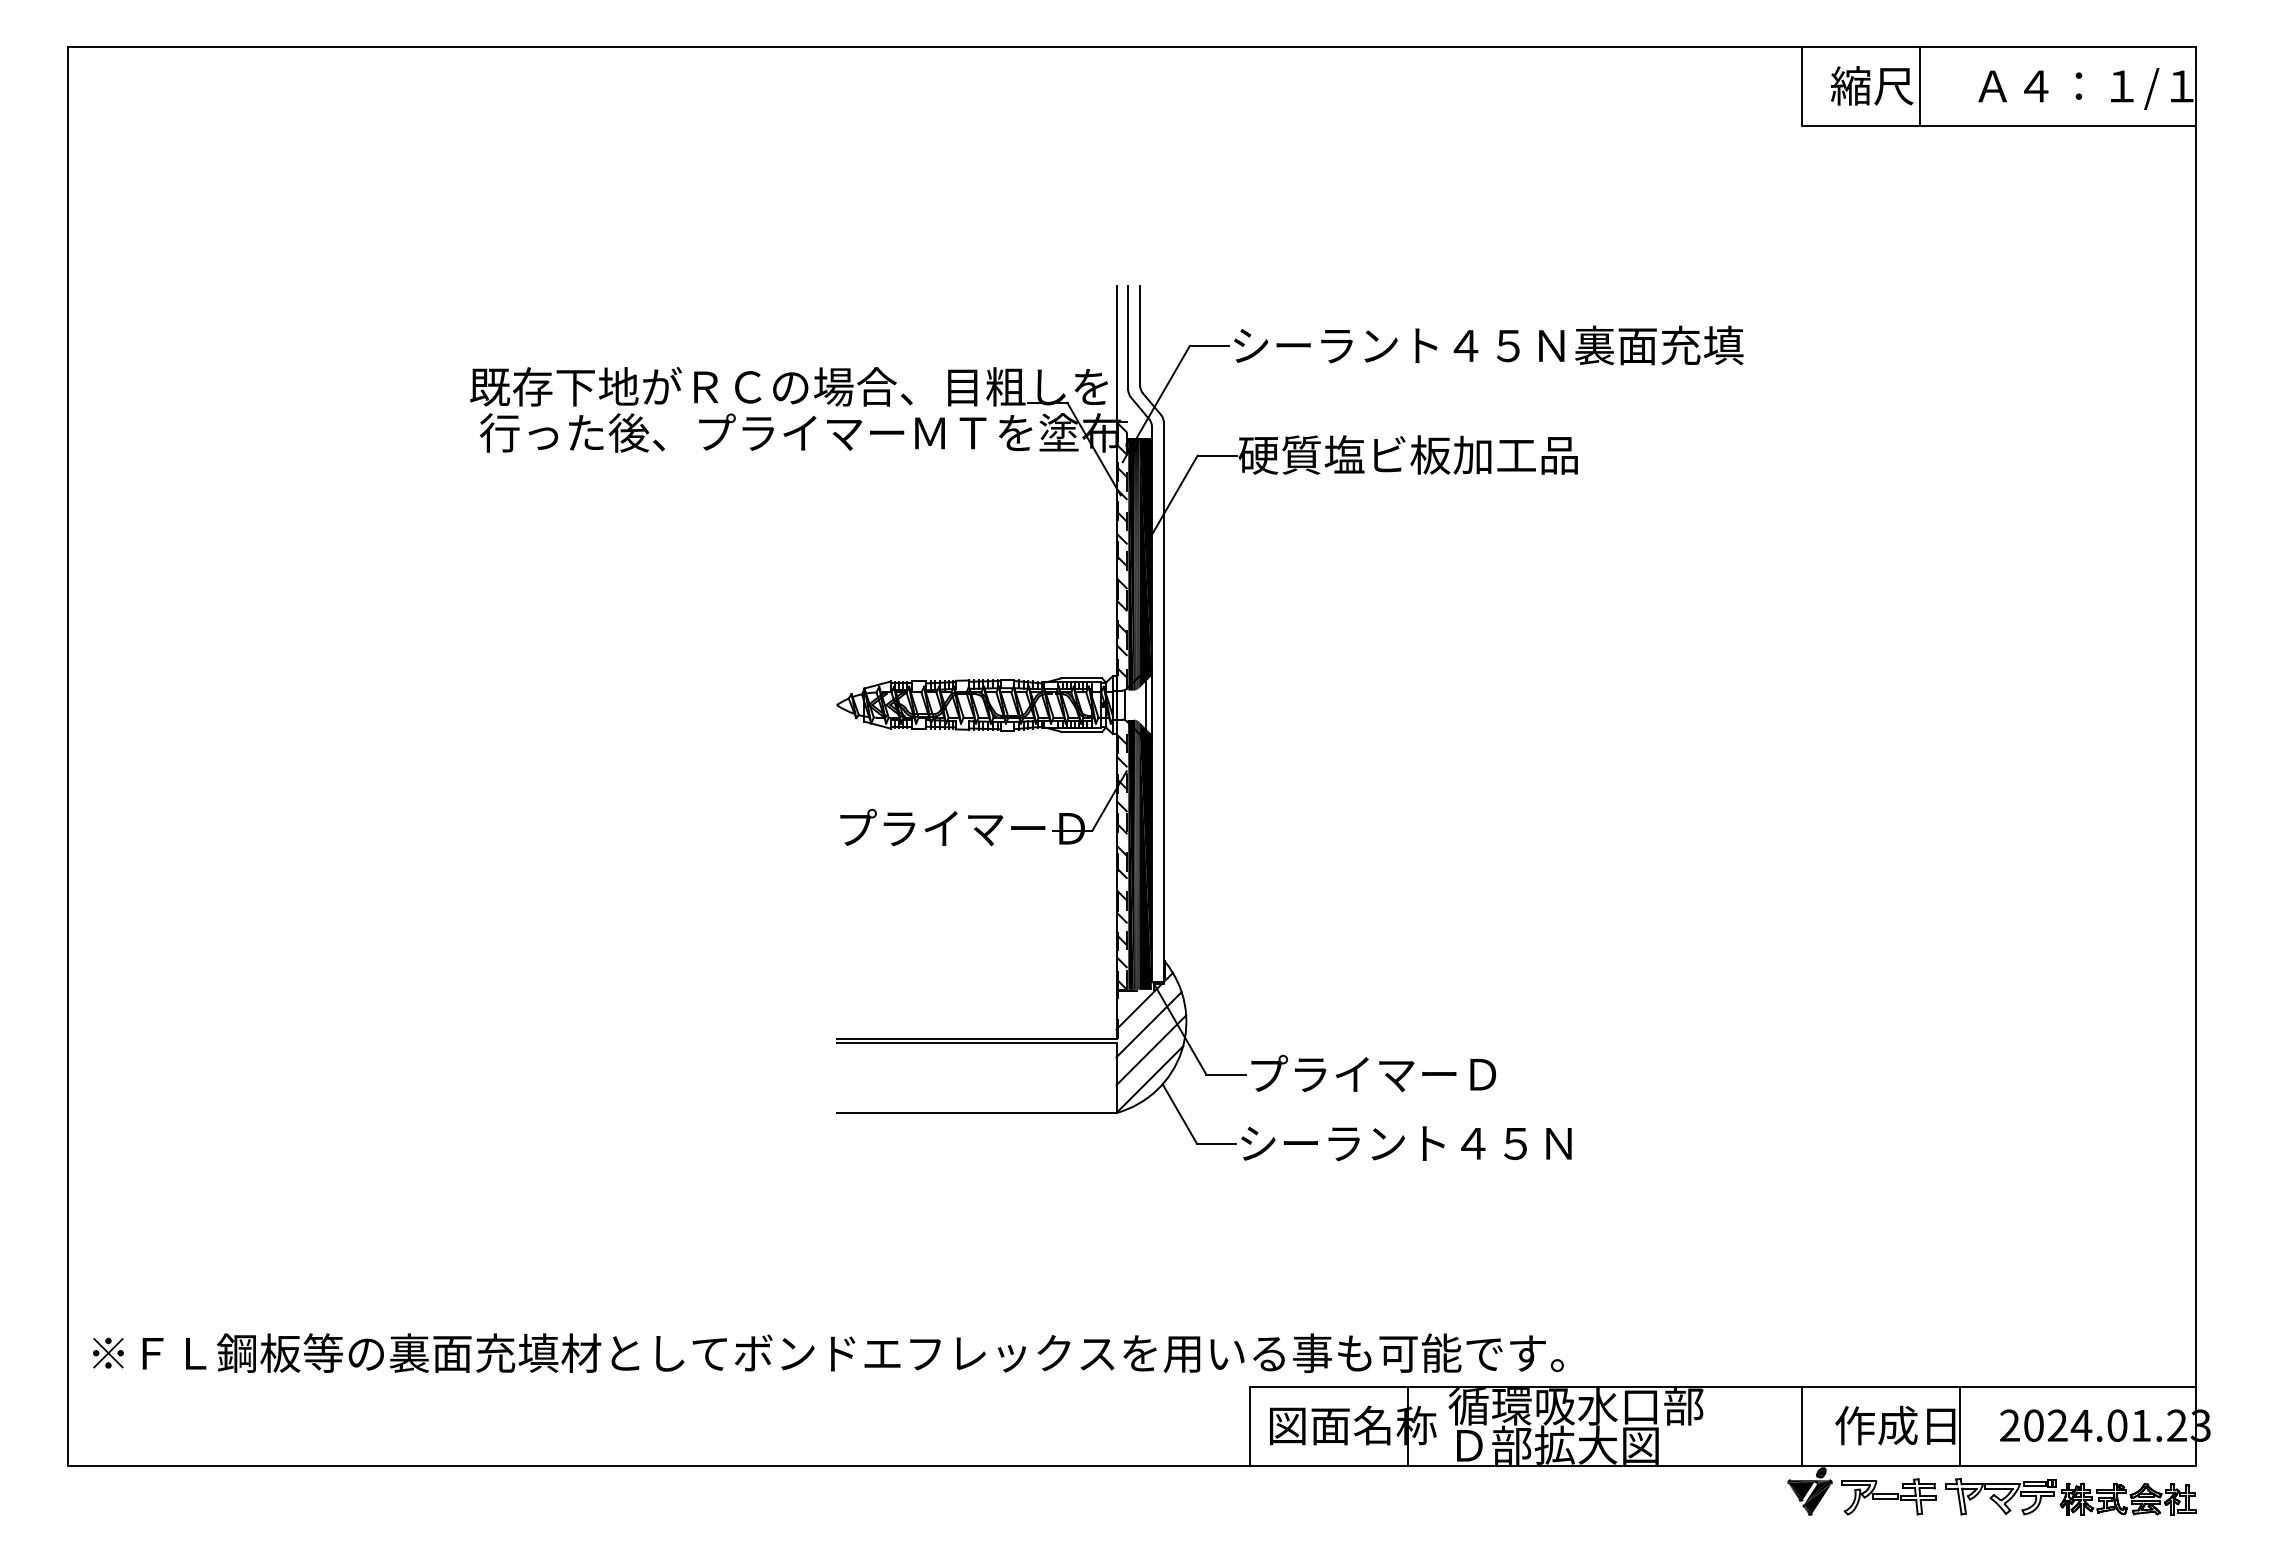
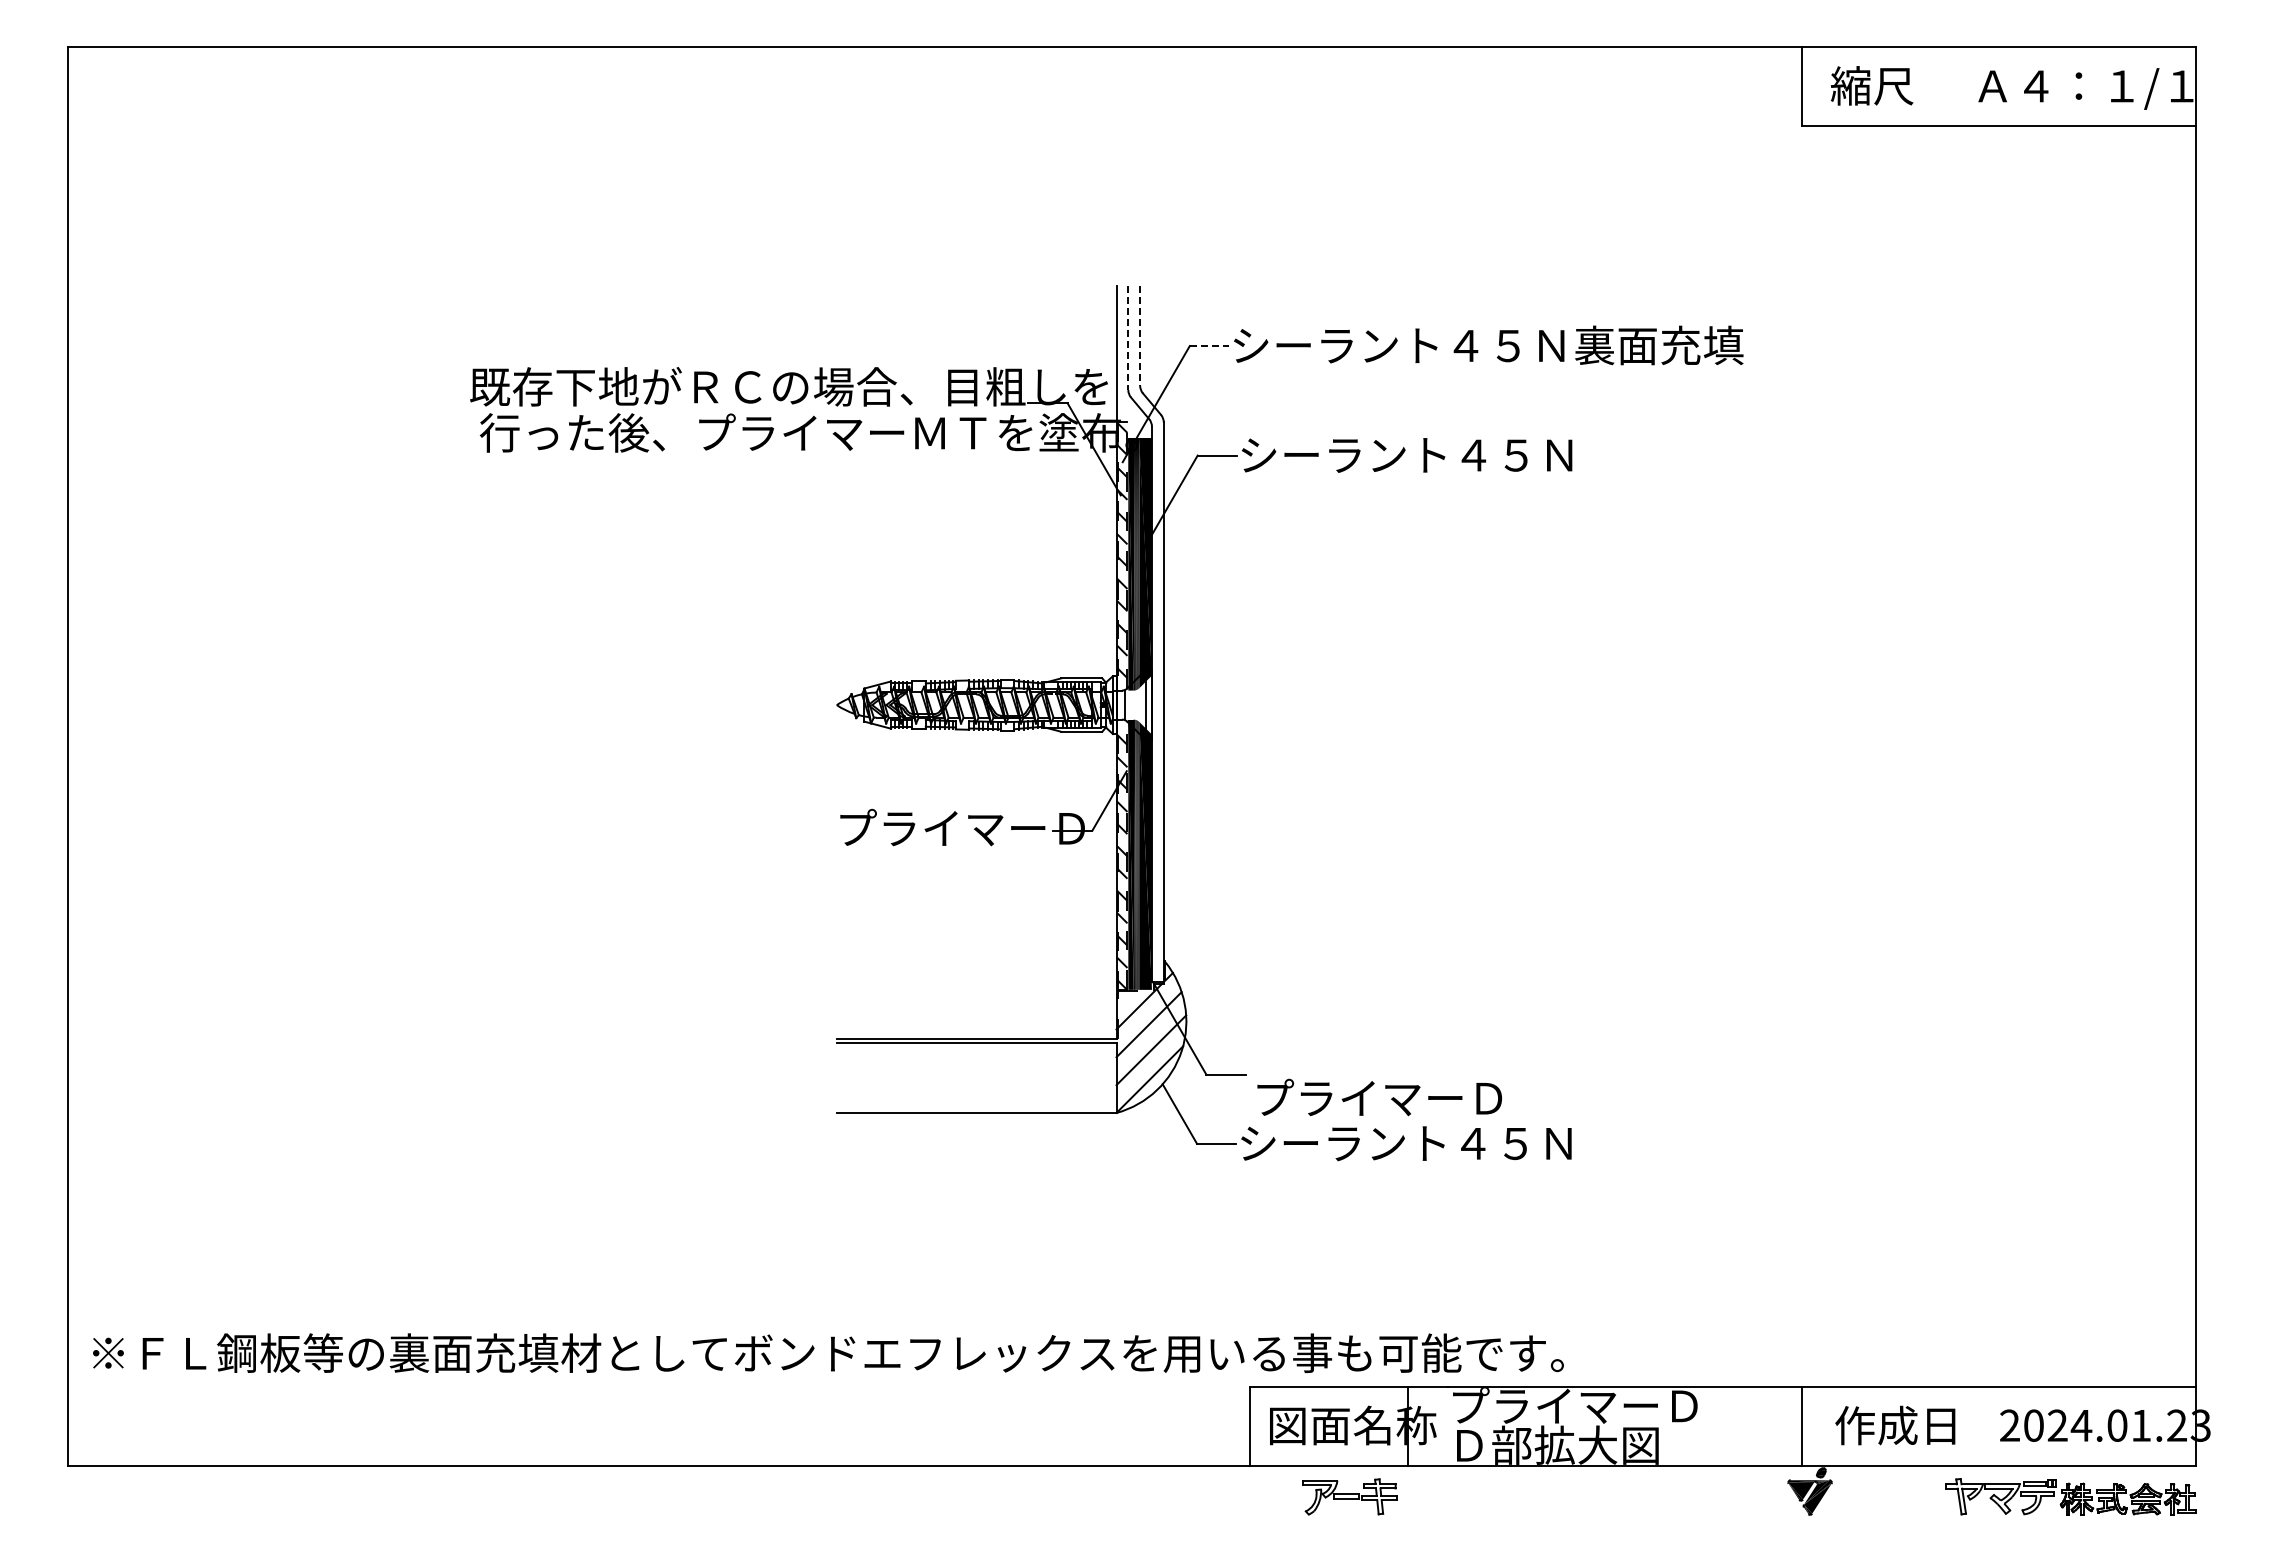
line at (1920, 86): present -> none
line at (1140, 335): solid -> dashed
line at (1128, 338): solid -> dashed
line at (1209, 346): solid -> dashed
text at (1407, 454): 硬質塩ビ板加工品 -> シーラント４５Ｎ
text at (1373, 1073) position: (1373, 1073) -> (1379, 1097)
text at (1575, 1406): 循環吸水口部 -> プライマーＤ
line at (1959, 1425): present -> none
part at (1888, 1496) position: (1888, 1496) -> (1349, 1496)
